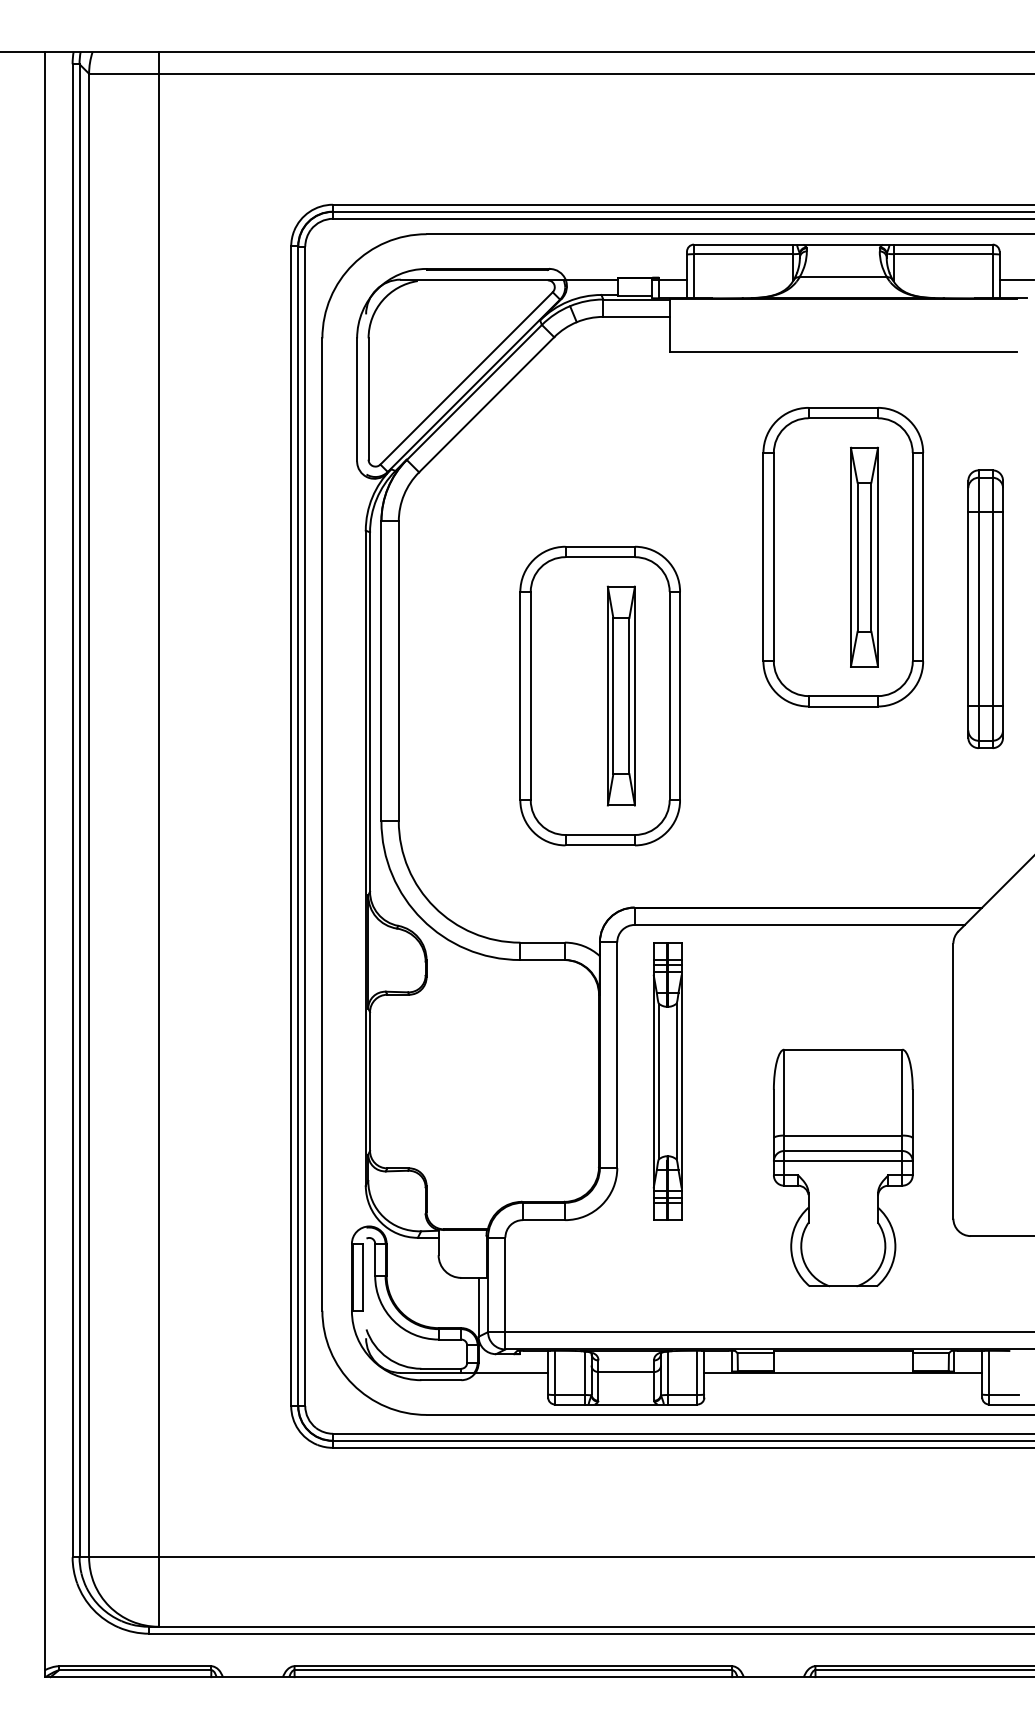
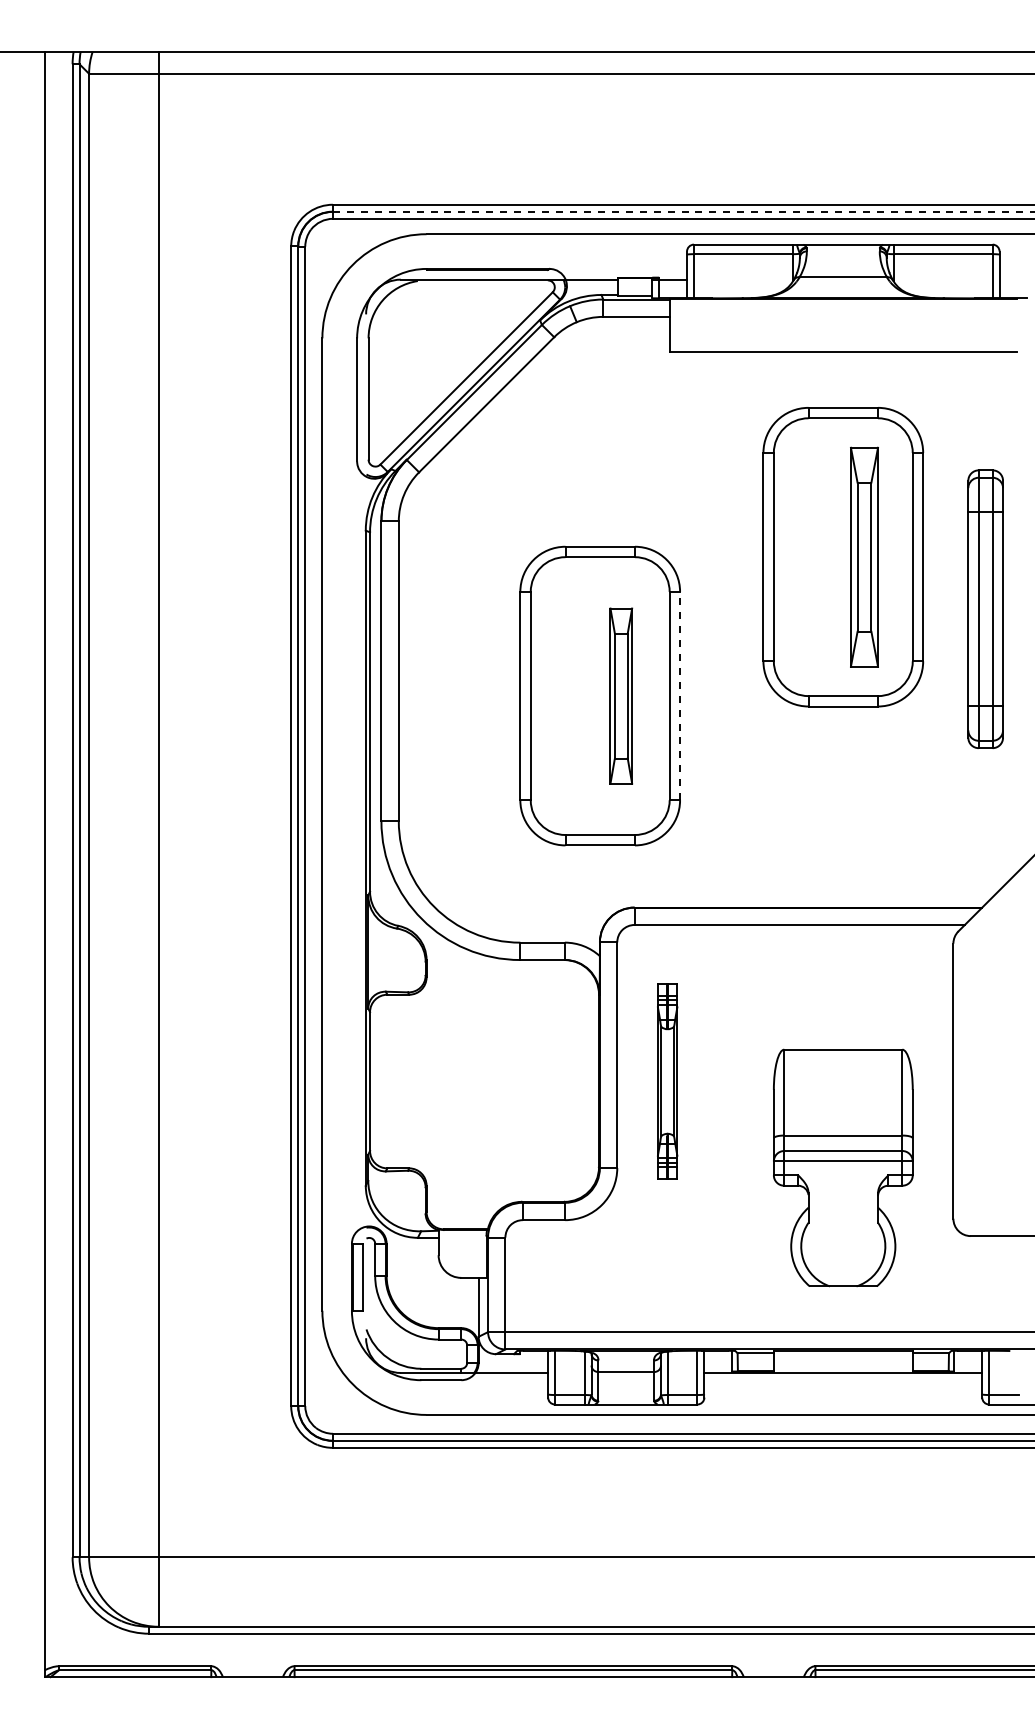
line at (683, 211): solid -> dashed
line at (1015, 279): present -> none
part at (620, 695) size: 30x222 px -> 25x178 px
line at (680, 695): solid -> dashed
part at (667, 1081) size: 31x279 px -> 22x197 px
